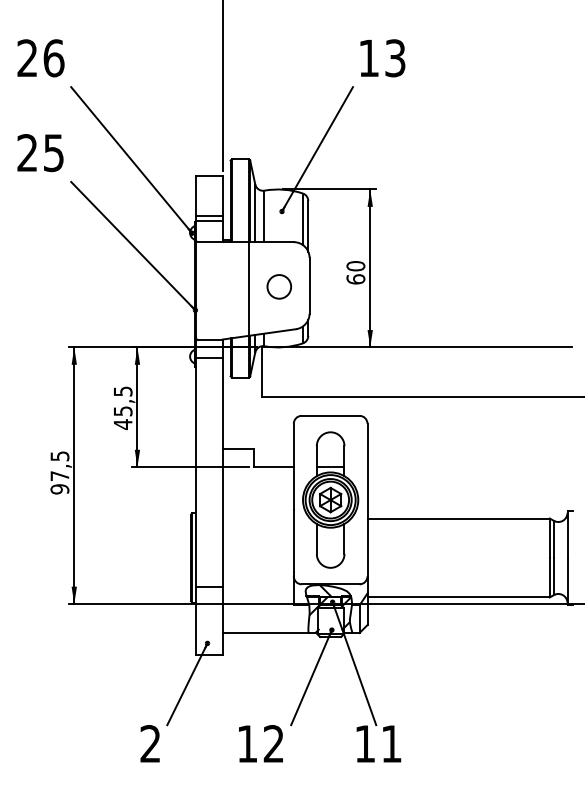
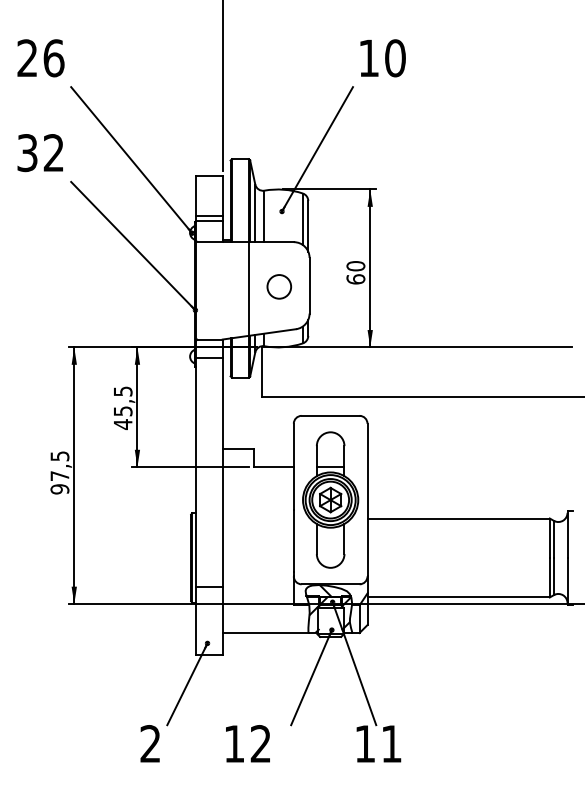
text at (395, 58): 13 -> 10
text at (40, 153): 25 -> 32
text at (260, 743) position: (260, 743) -> (247, 743)
